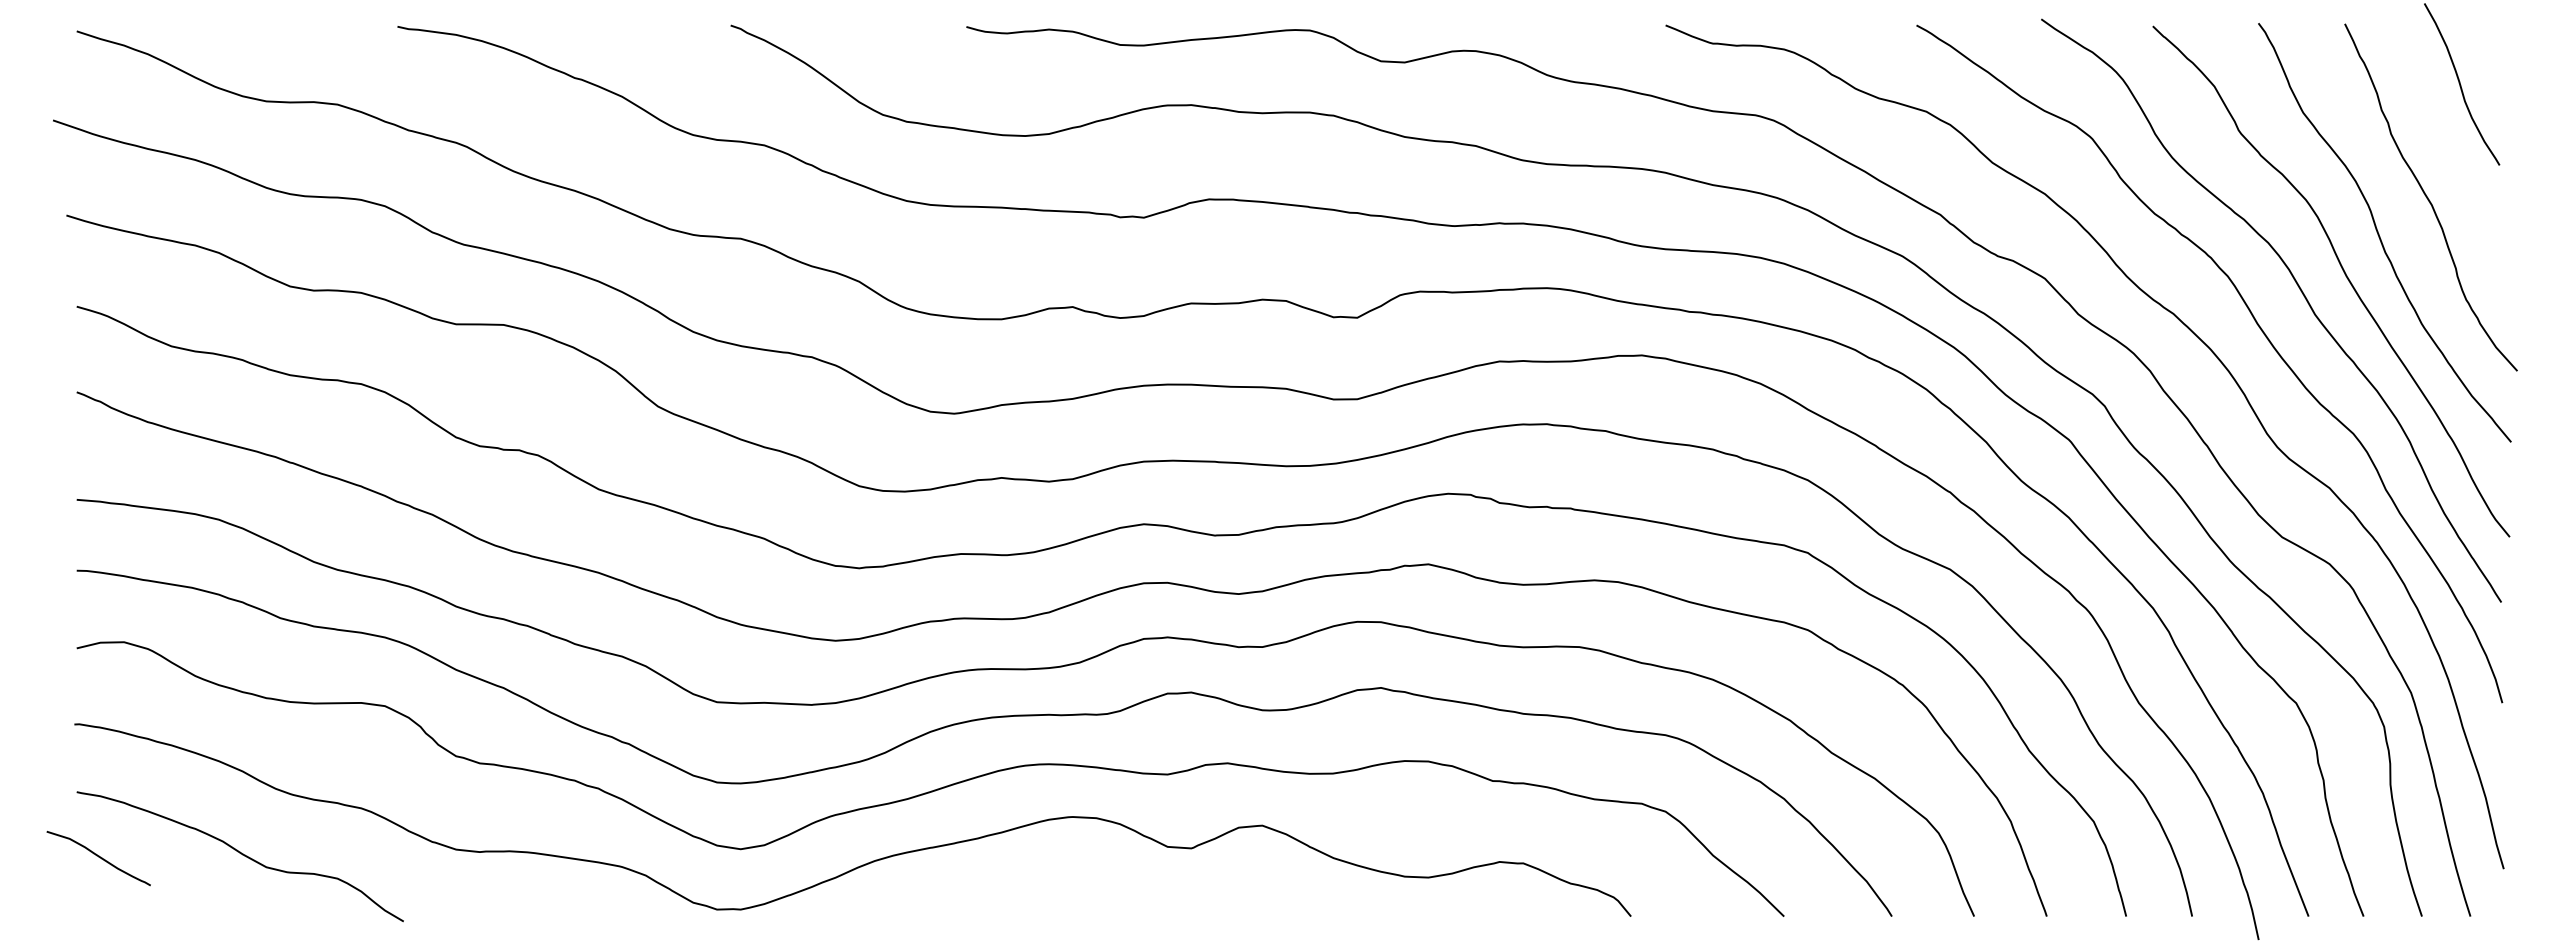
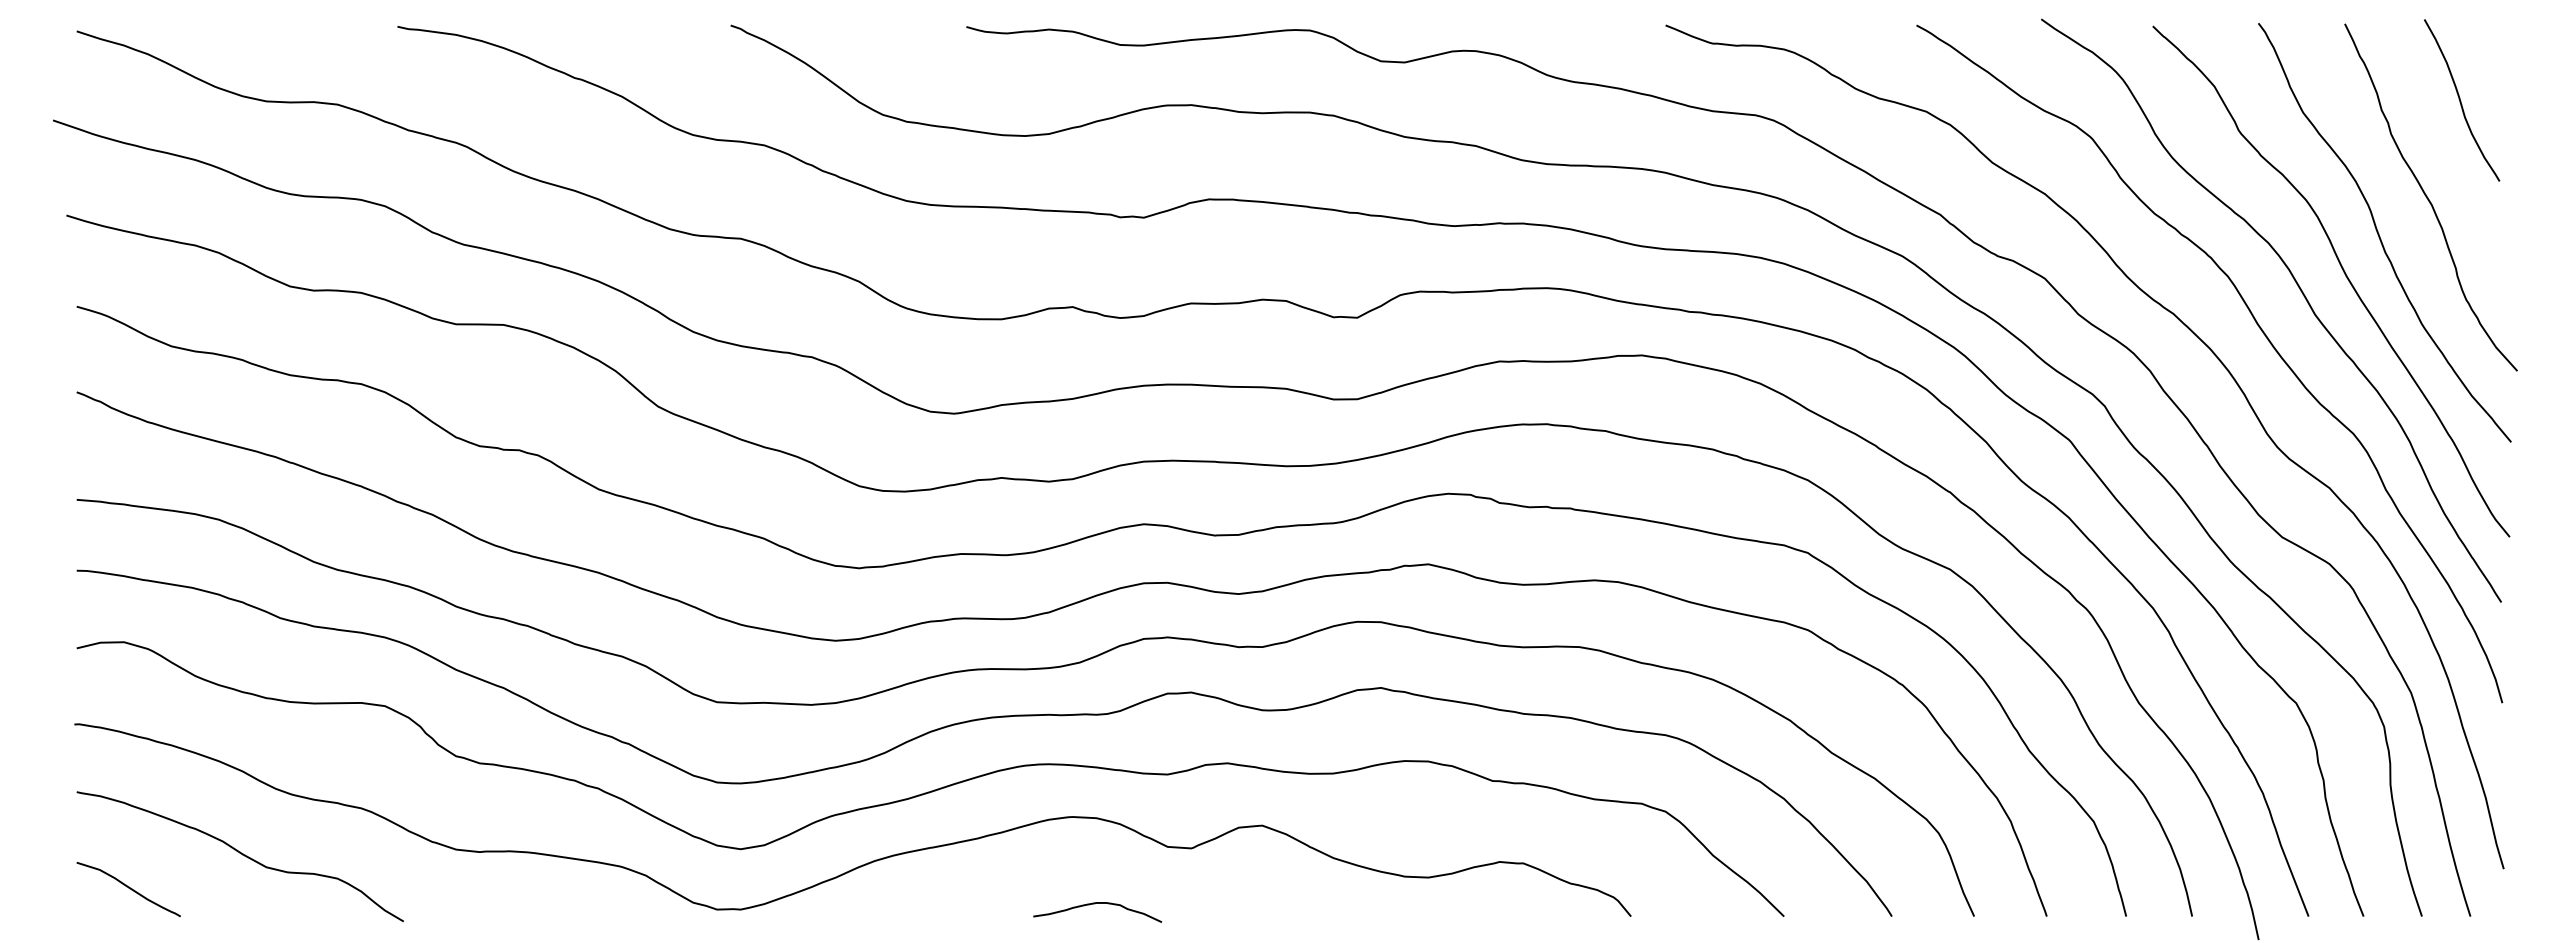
curve at (2461, 85) position: (2461, 85) -> (2461, 101)
curve at (98, 857) position: (98, 857) -> (128, 888)
curve at (1095, 904): none -> present
